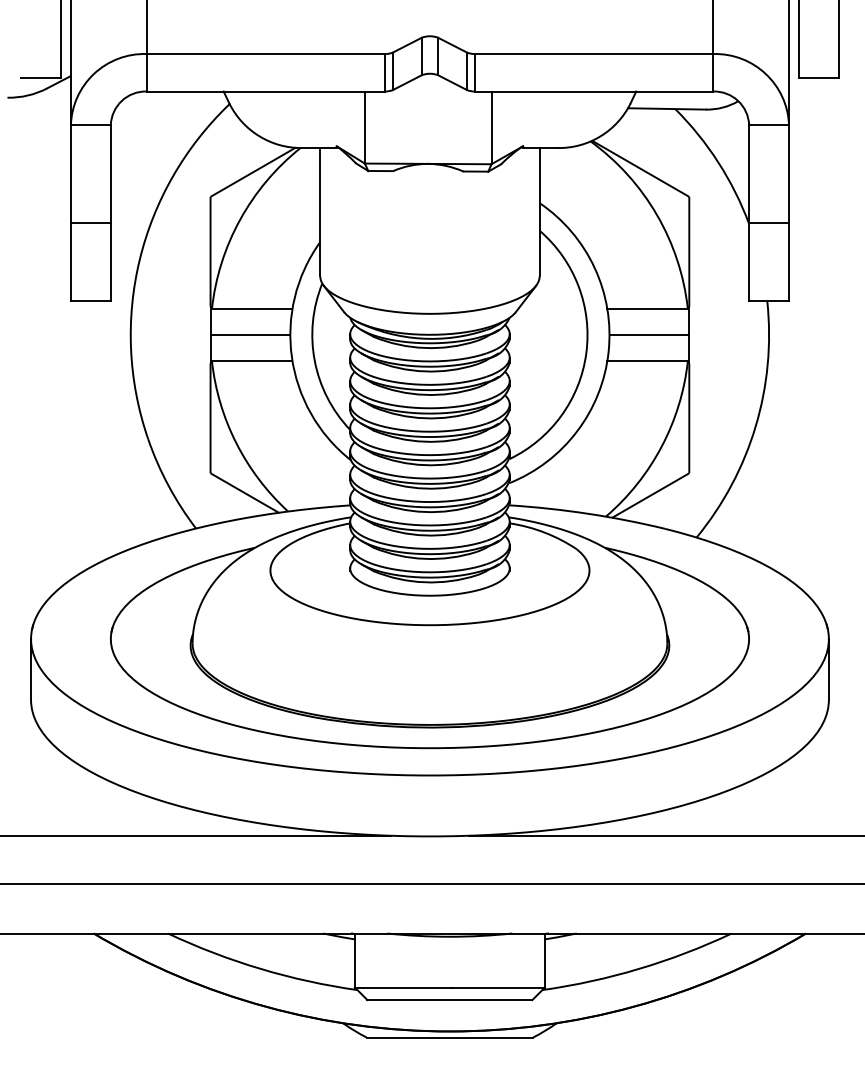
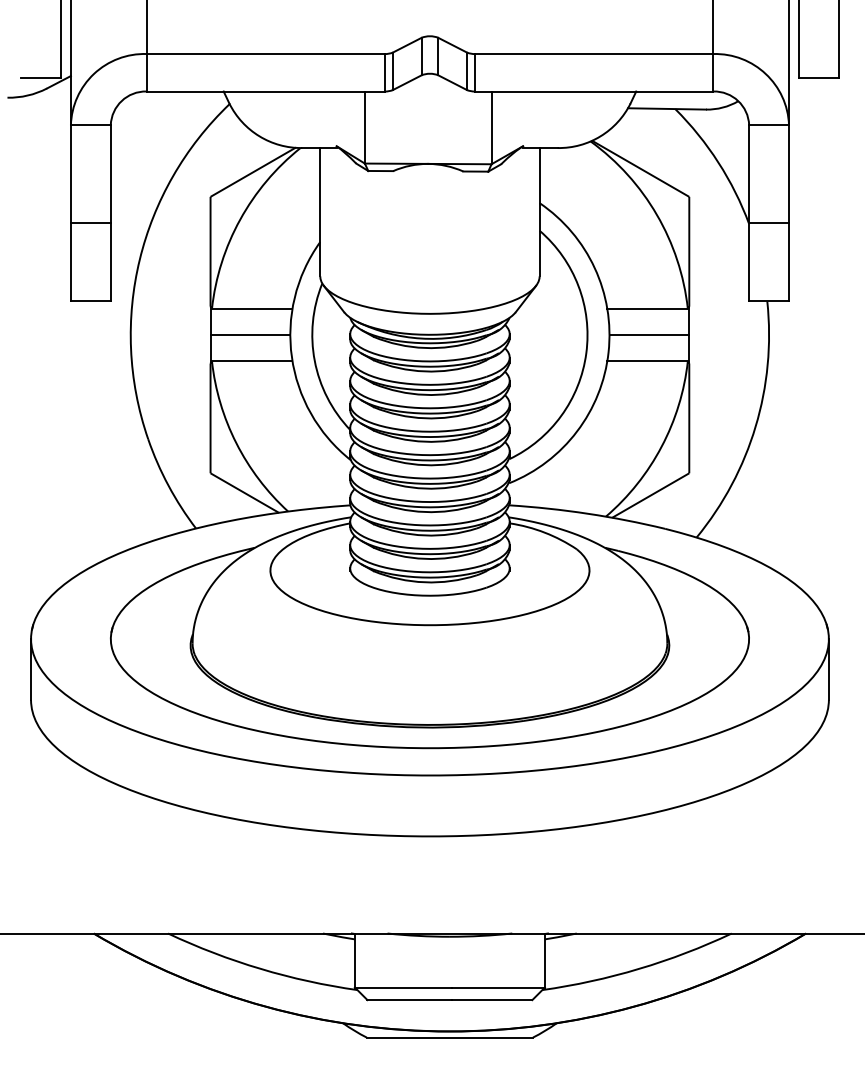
line at (196, 835): present -> none
line at (665, 835): present -> none
line at (431, 883): present -> none
